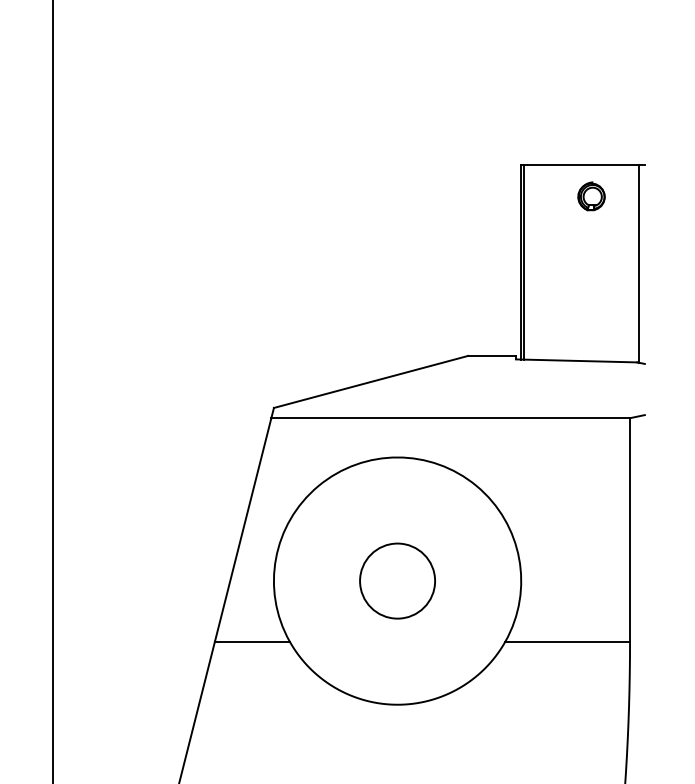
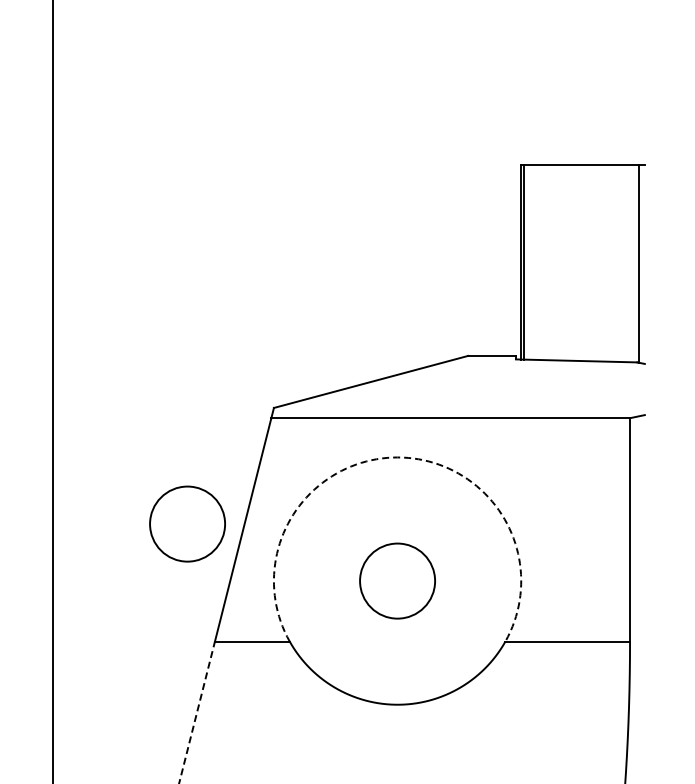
part at (591, 196): present -> none
arc at (397, 457): solid -> dashed
circle at (187, 523): none -> present
line at (197, 712): solid -> dashed
